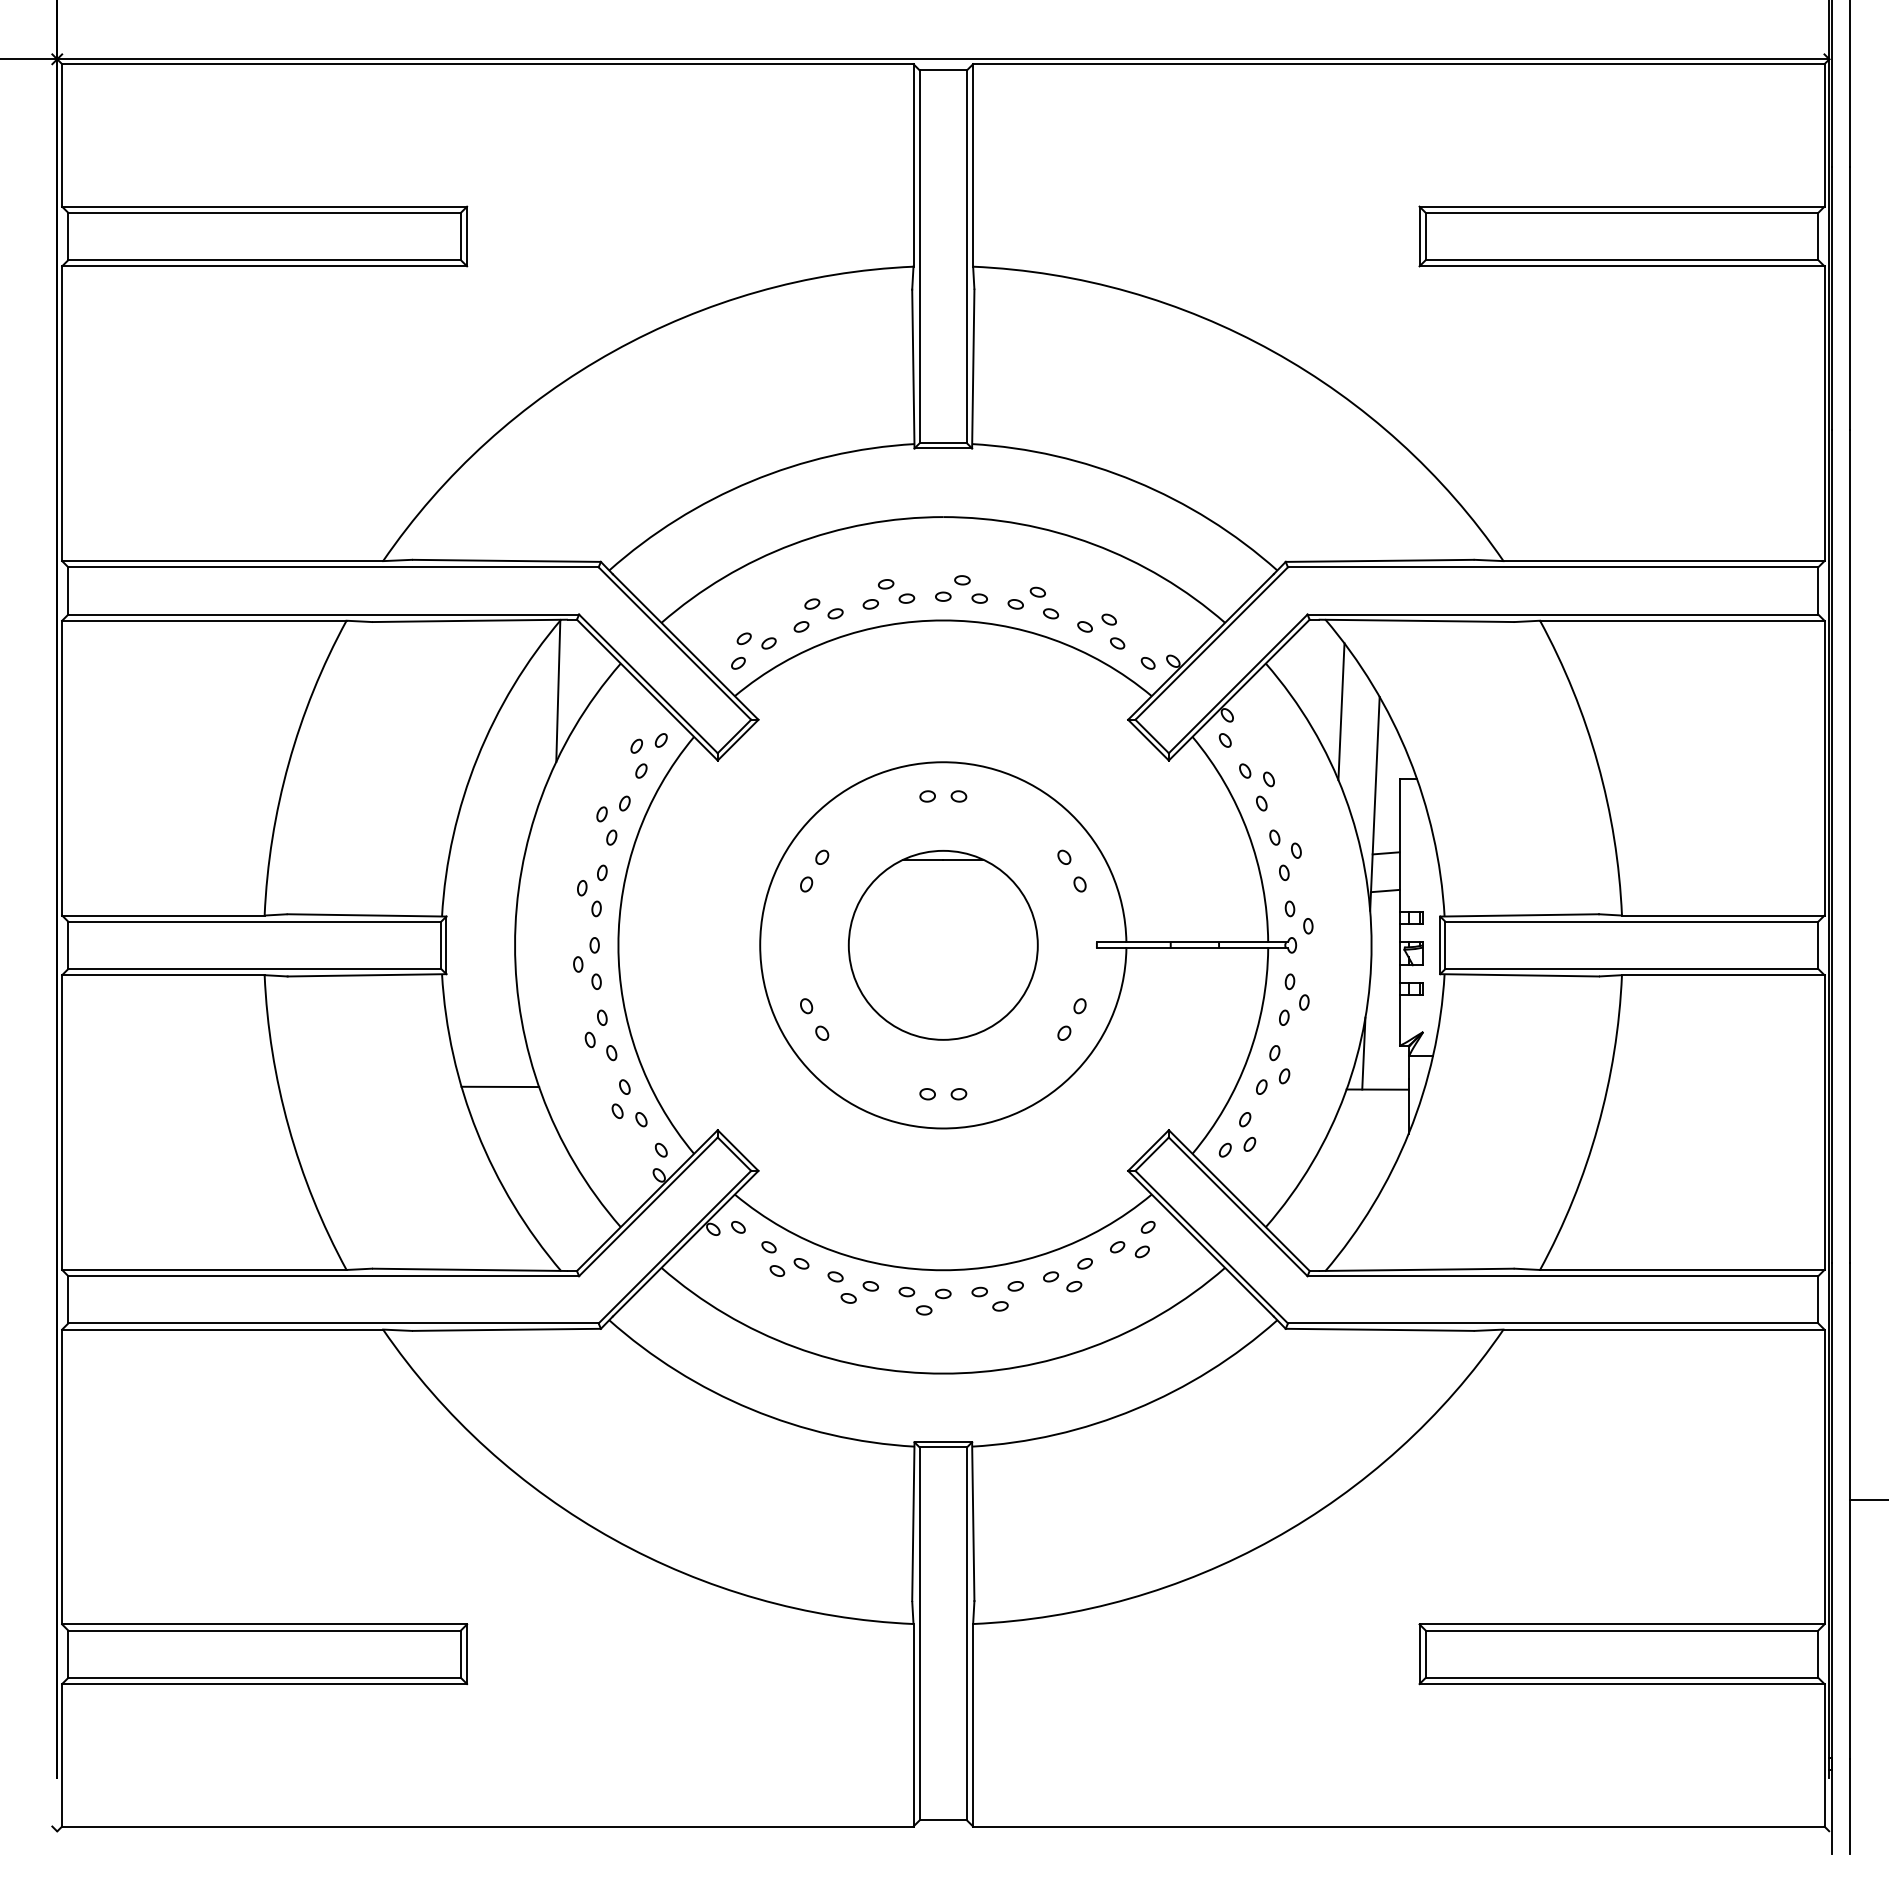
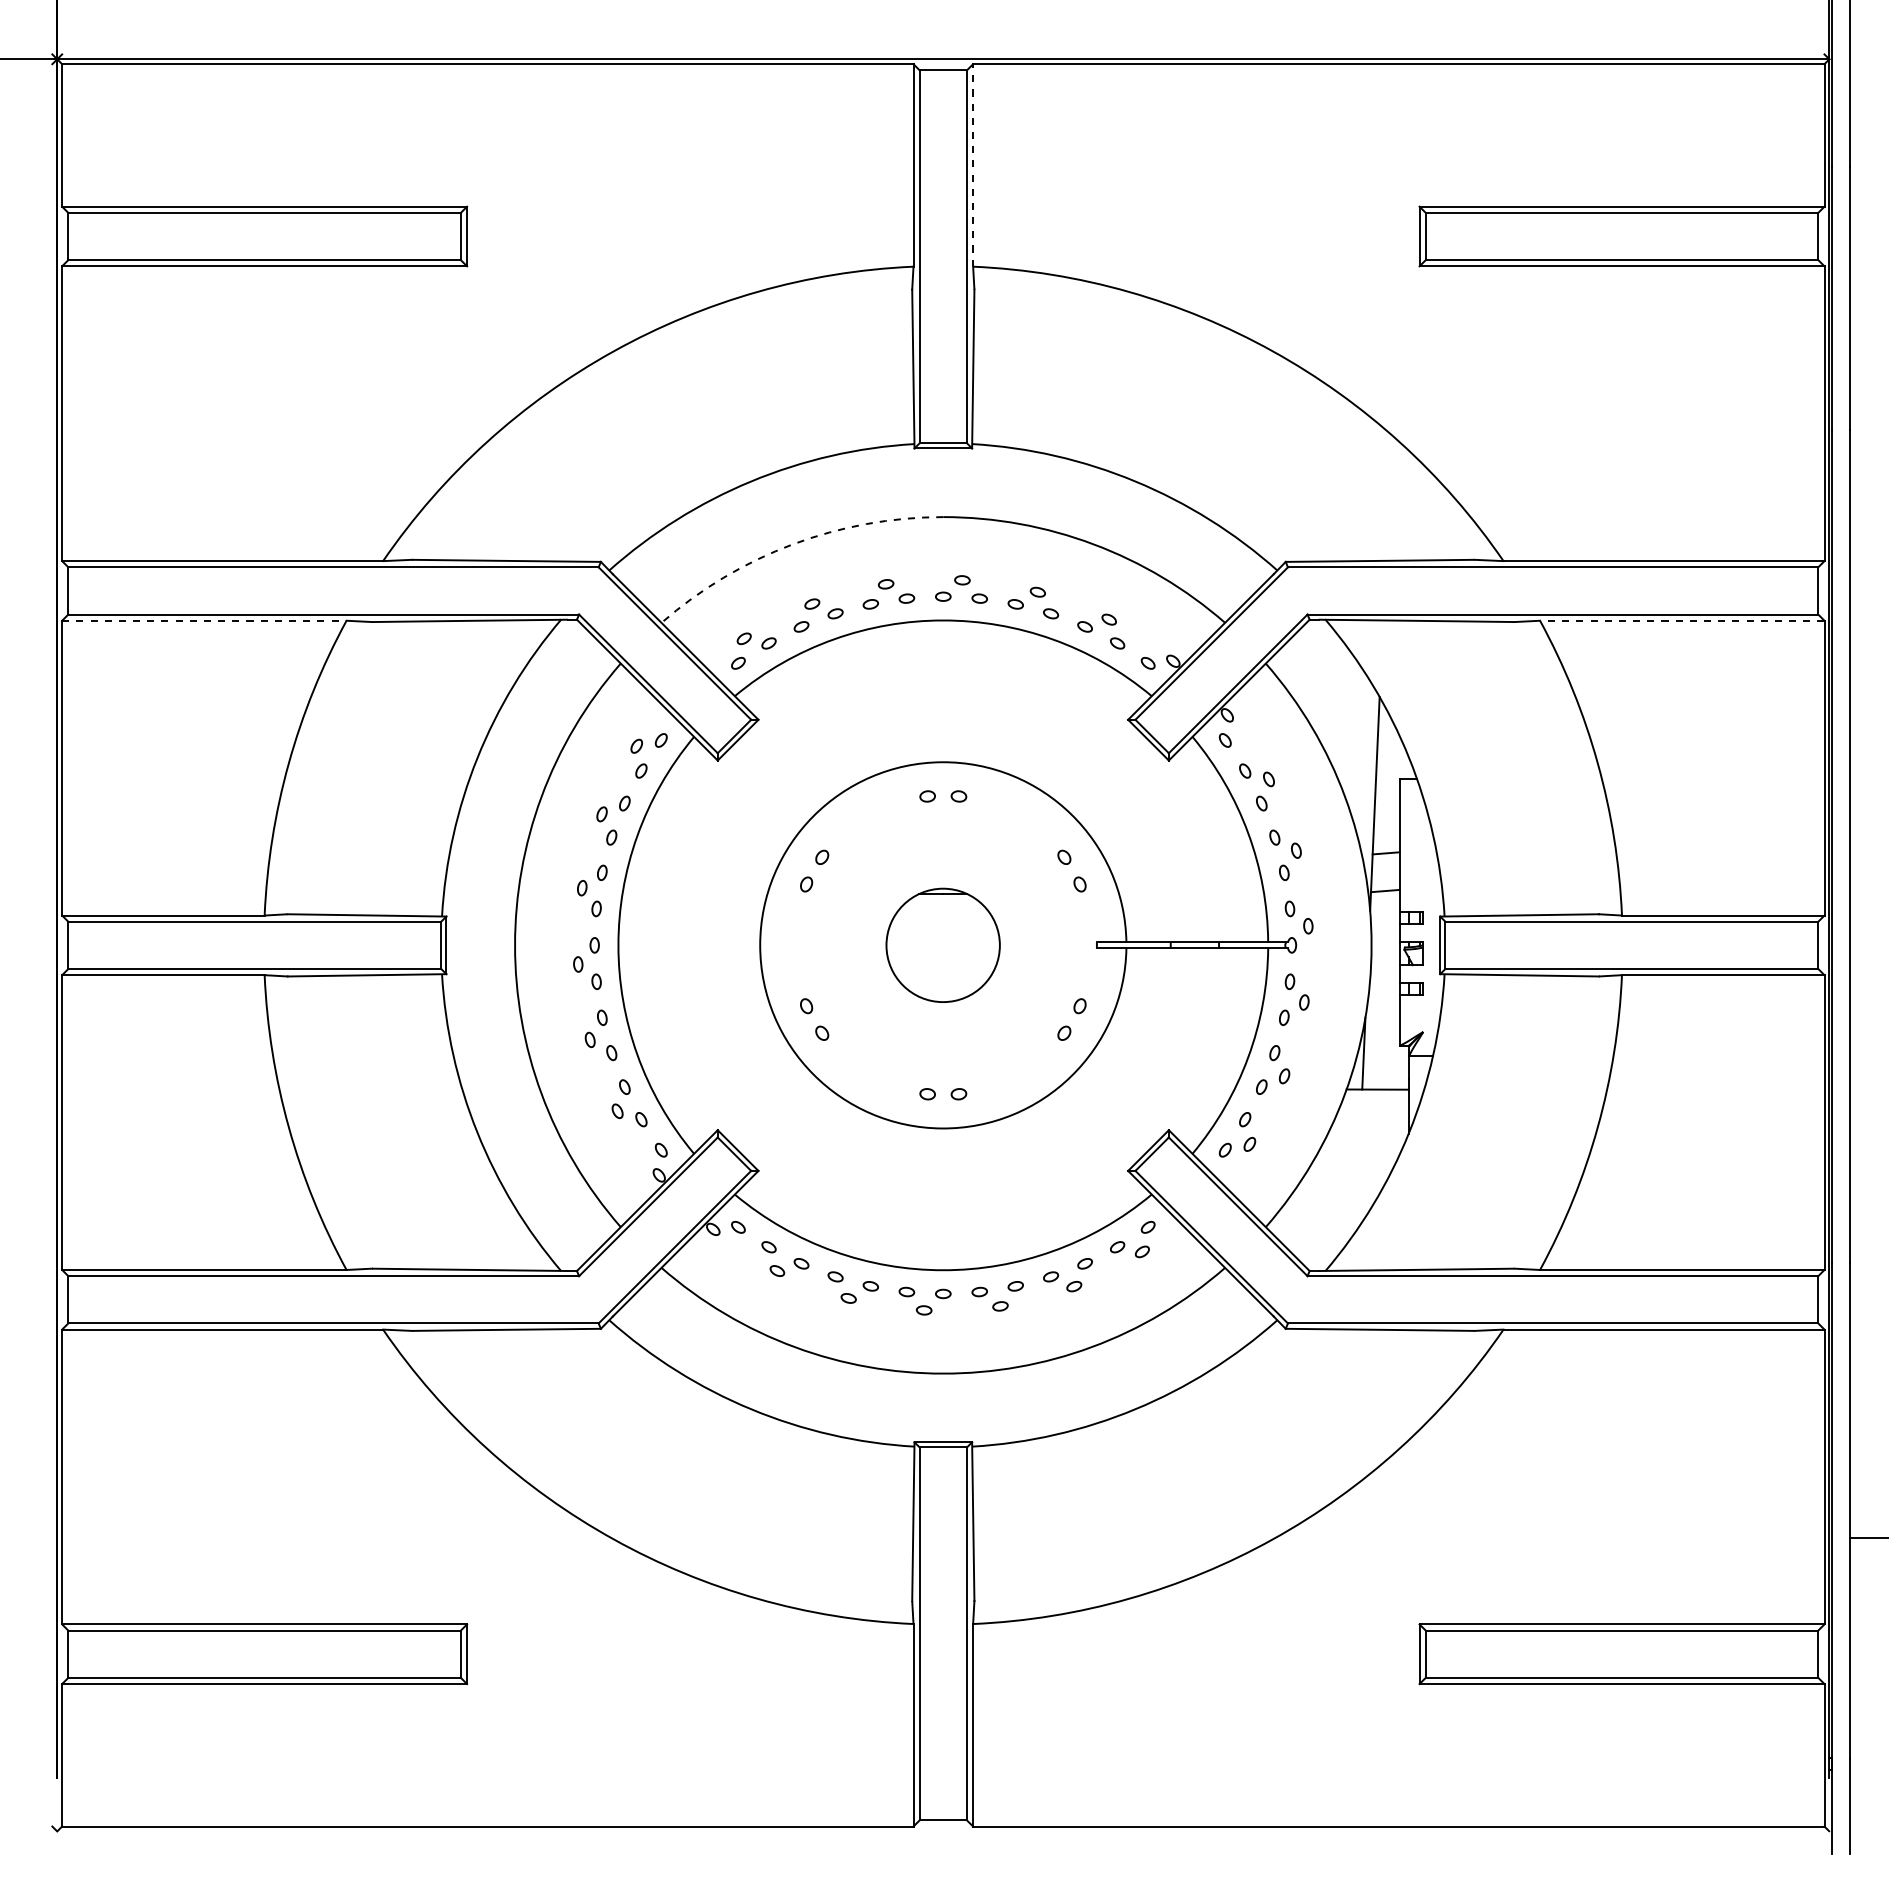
line at (973, 164): solid -> dashed
arc at (792, 544): solid -> dashed
line at (204, 620): solid -> dashed
line at (1681, 620): solid -> dashed
line at (558, 691): present -> none
line at (1341, 711): present -> none
part at (942, 945) size: 192x191 px -> 116x116 px
line at (500, 1086): present -> none
line at (1867, 1499) position: (1867, 1499) -> (1867, 1537)
